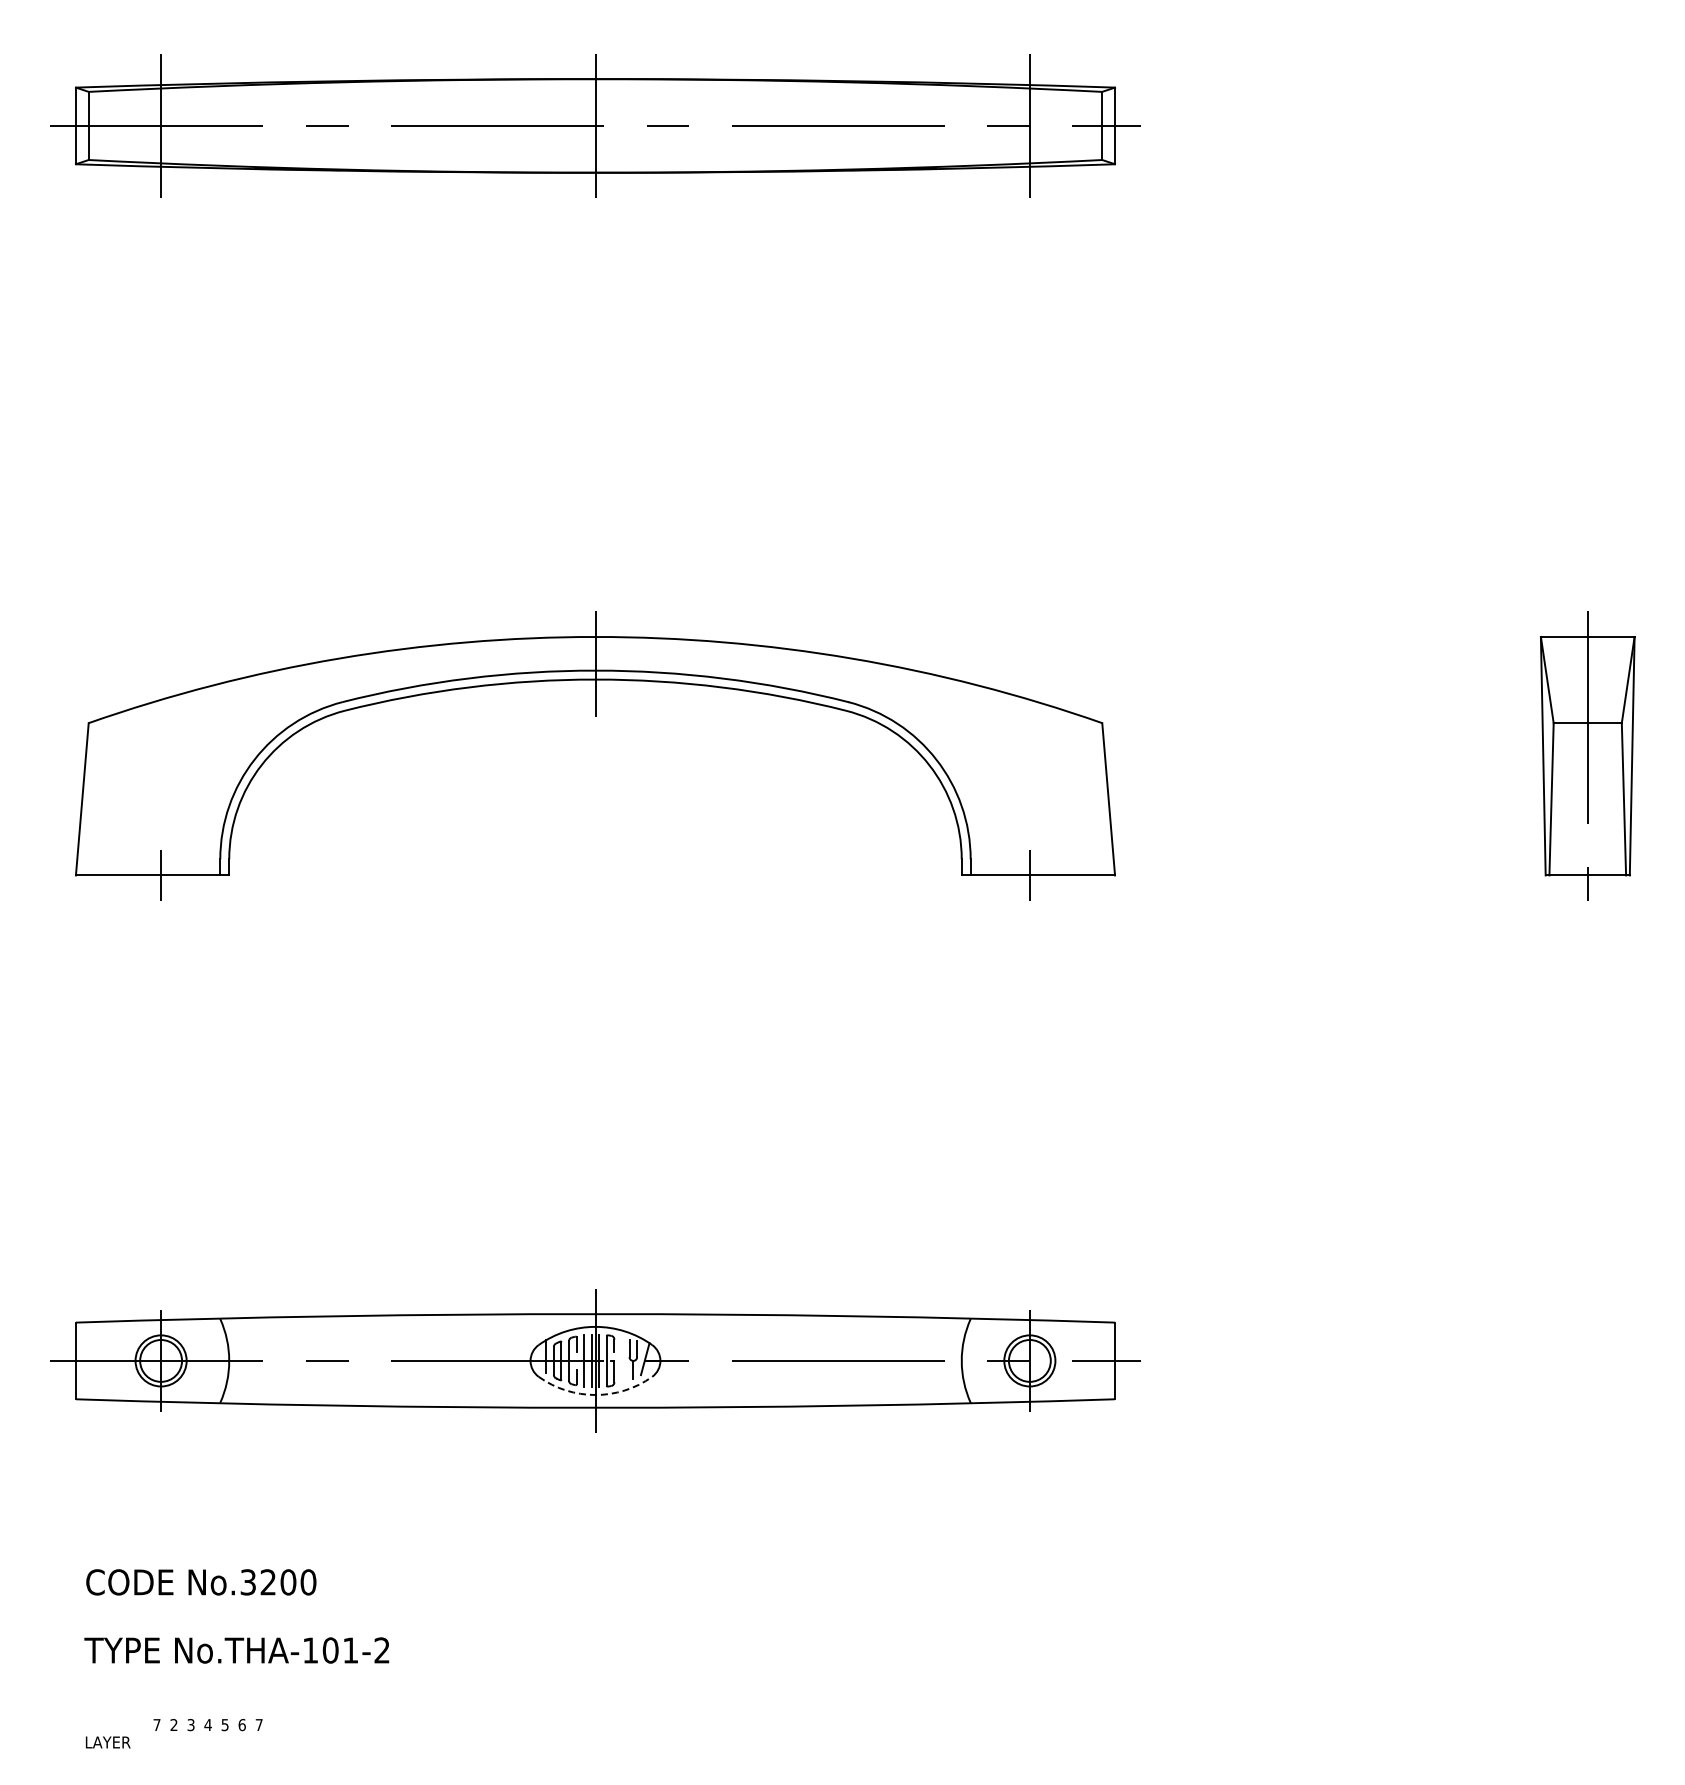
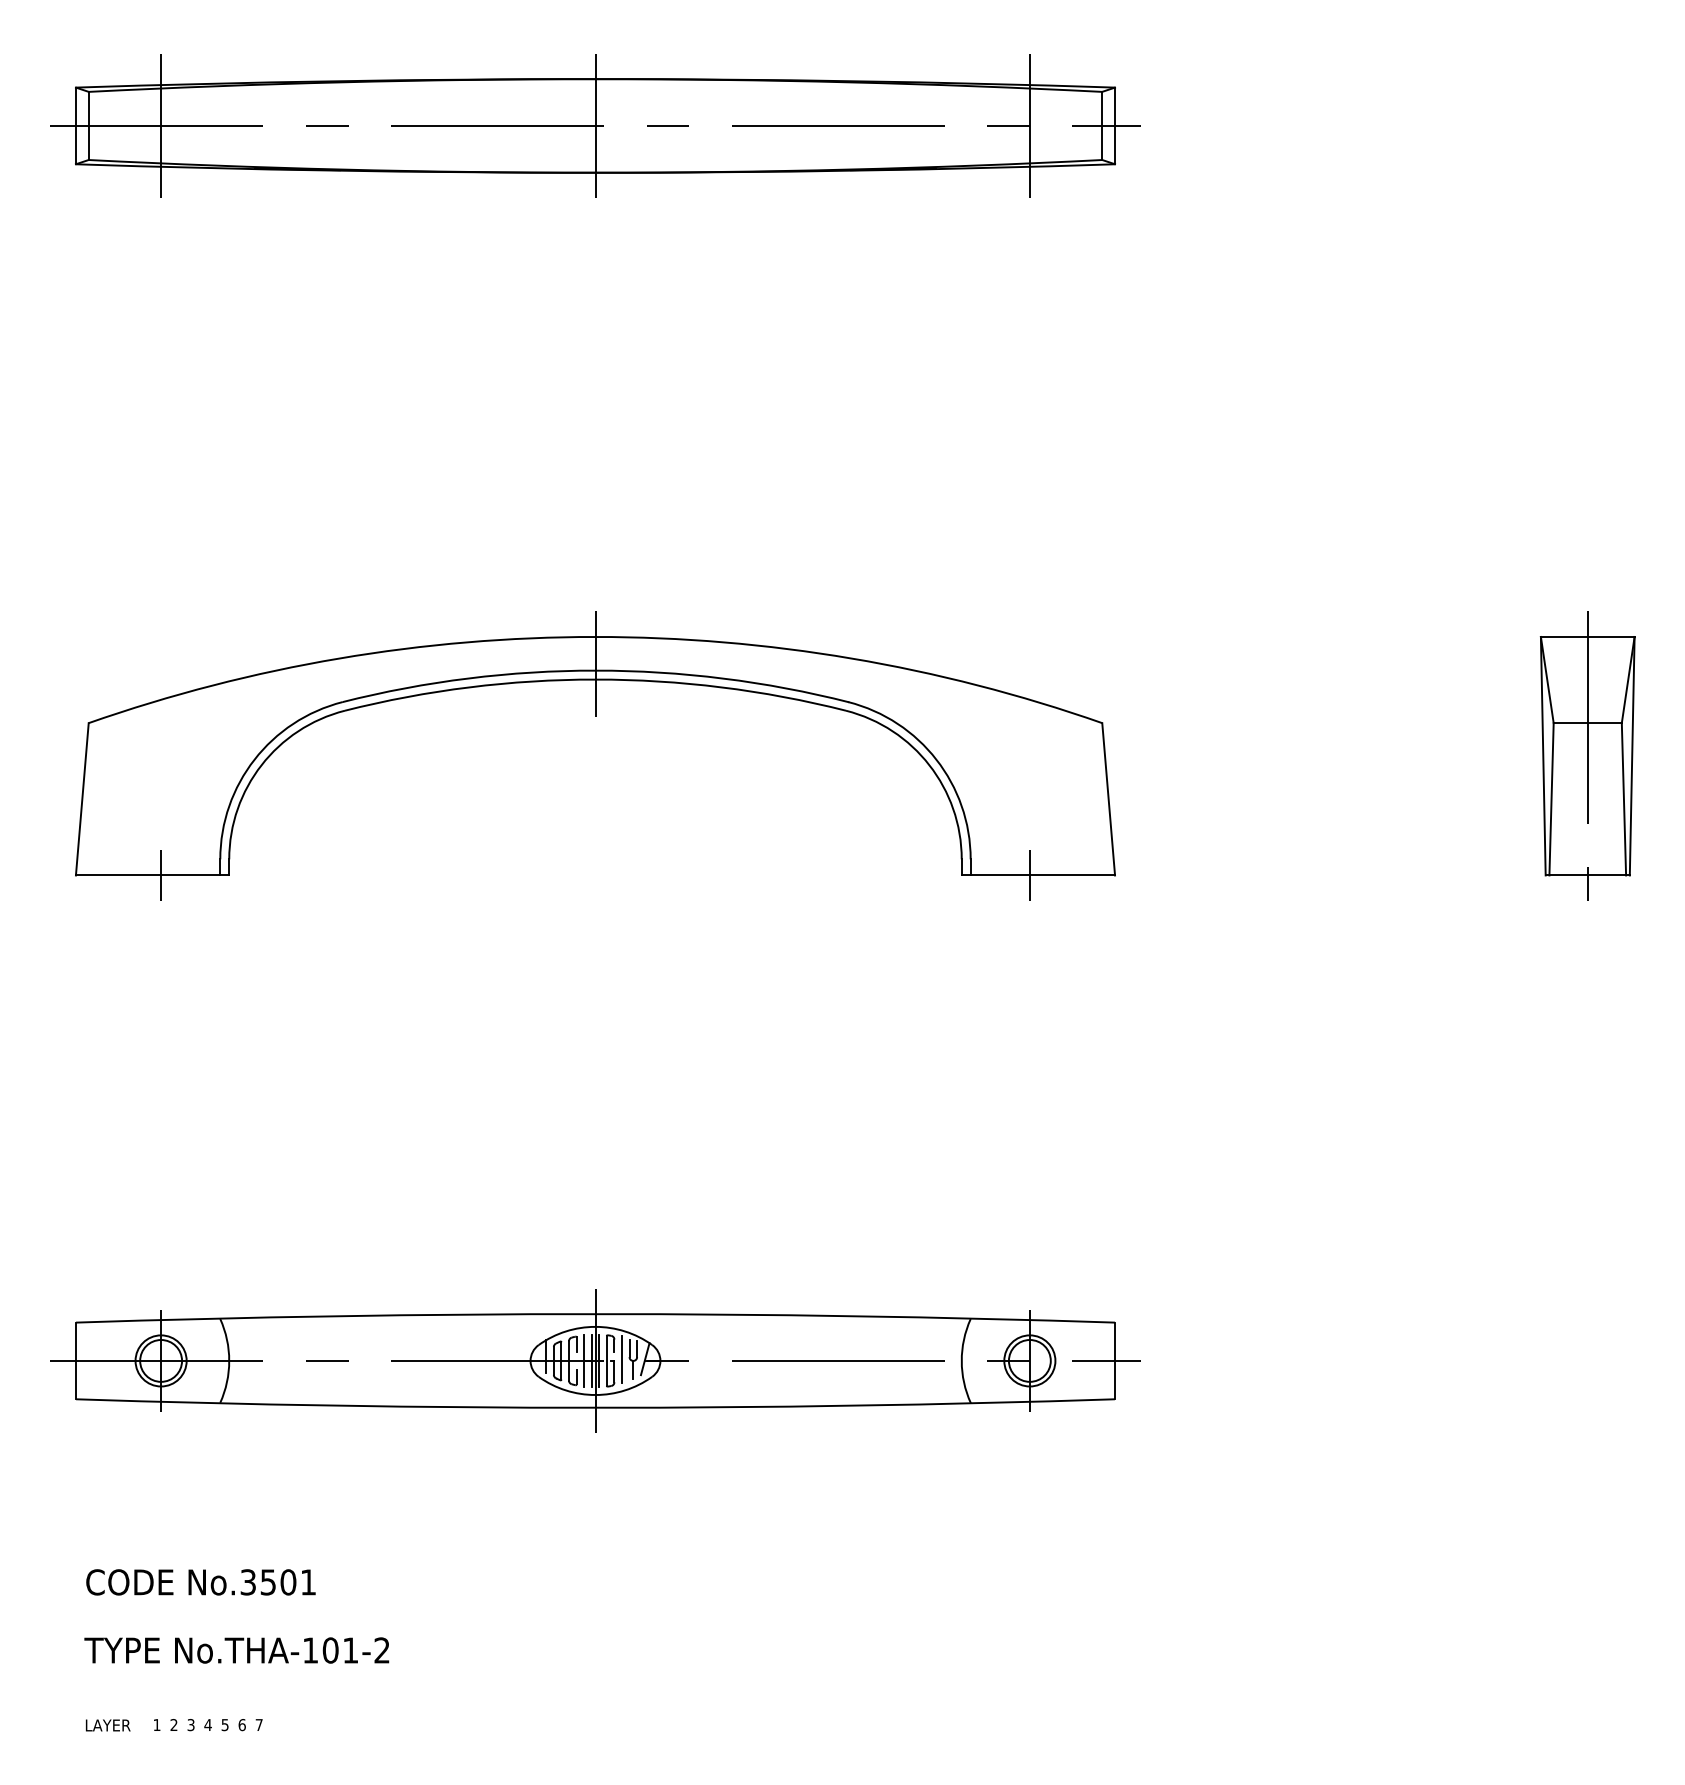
line at (621, 1359): none -> present
arc at (595, 1395): dashed -> solid
text at (288, 1582): No.3200 -> No.3501
text at (156, 1724): 7 -> 1
text at (108, 1742) position: (108, 1742) -> (108, 1725)
